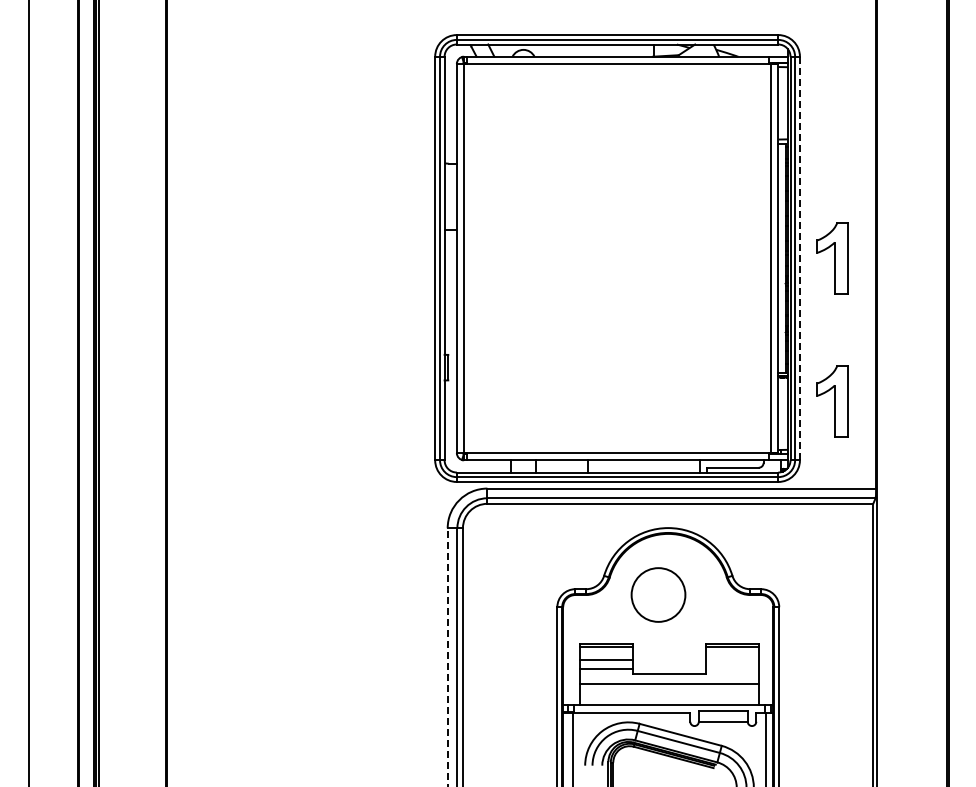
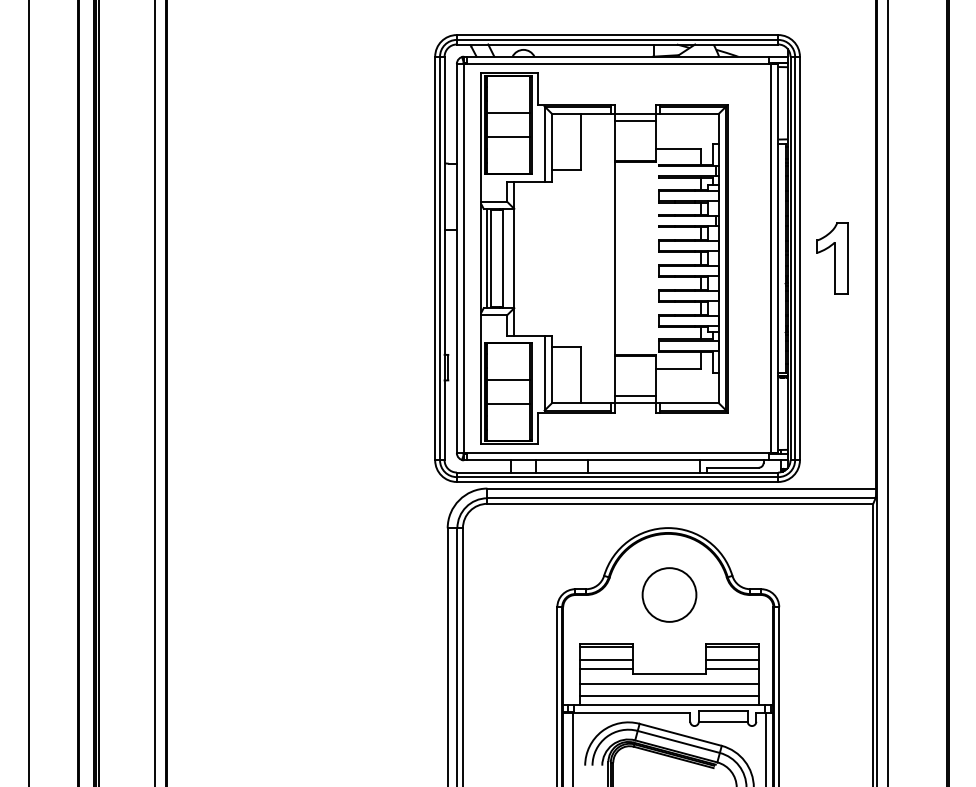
part at (604, 258): none -> present
line at (799, 258): dashed -> solid
line at (155, 392): none -> present
line at (887, 392): none -> present
part at (832, 401): present -> none
circle at (658, 594) position: (658, 594) -> (669, 594)
line at (447, 657): dashed -> solid
line at (732, 659): none -> present
line at (732, 668): none -> present
line at (669, 695): none -> present
